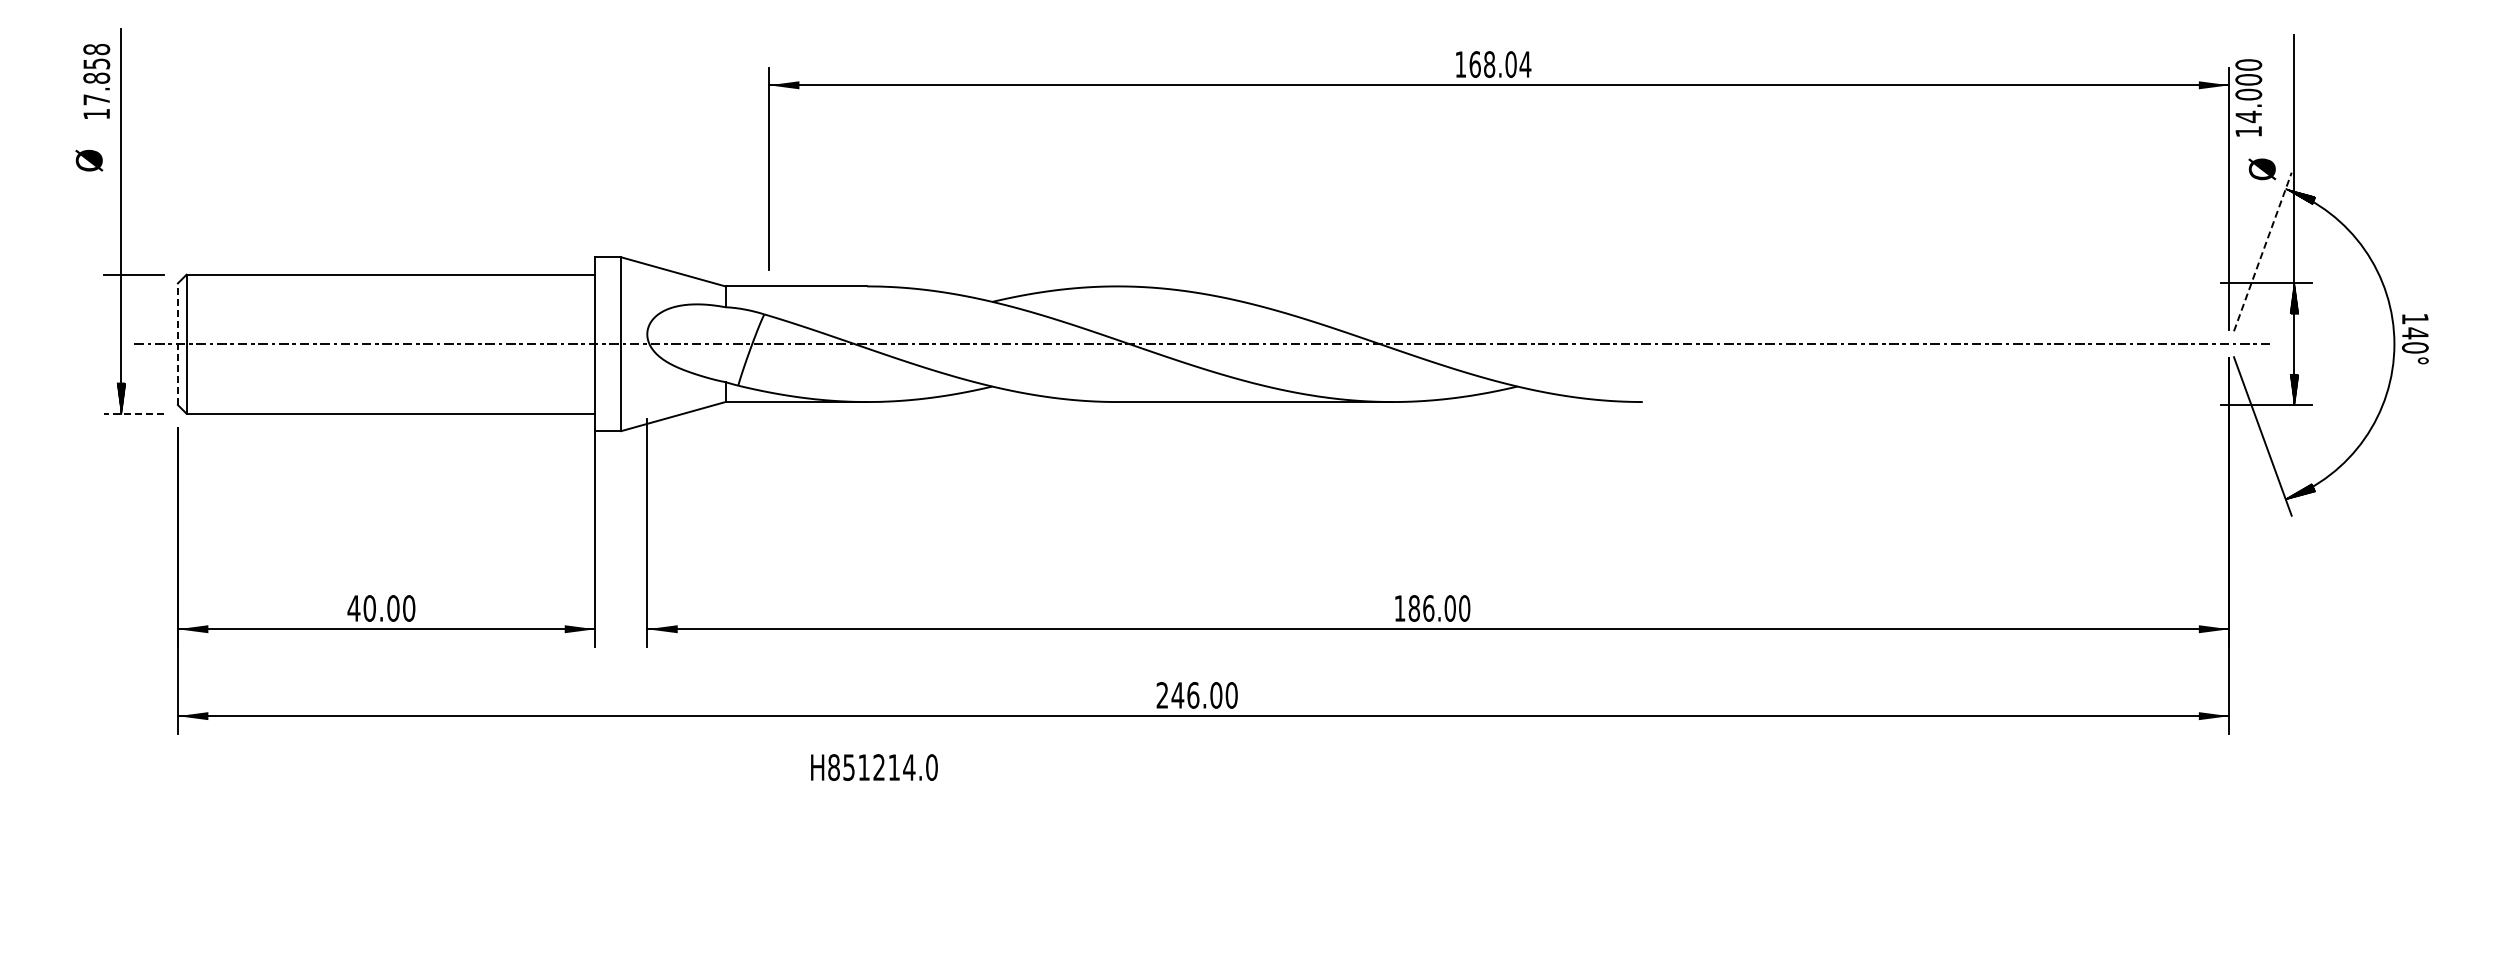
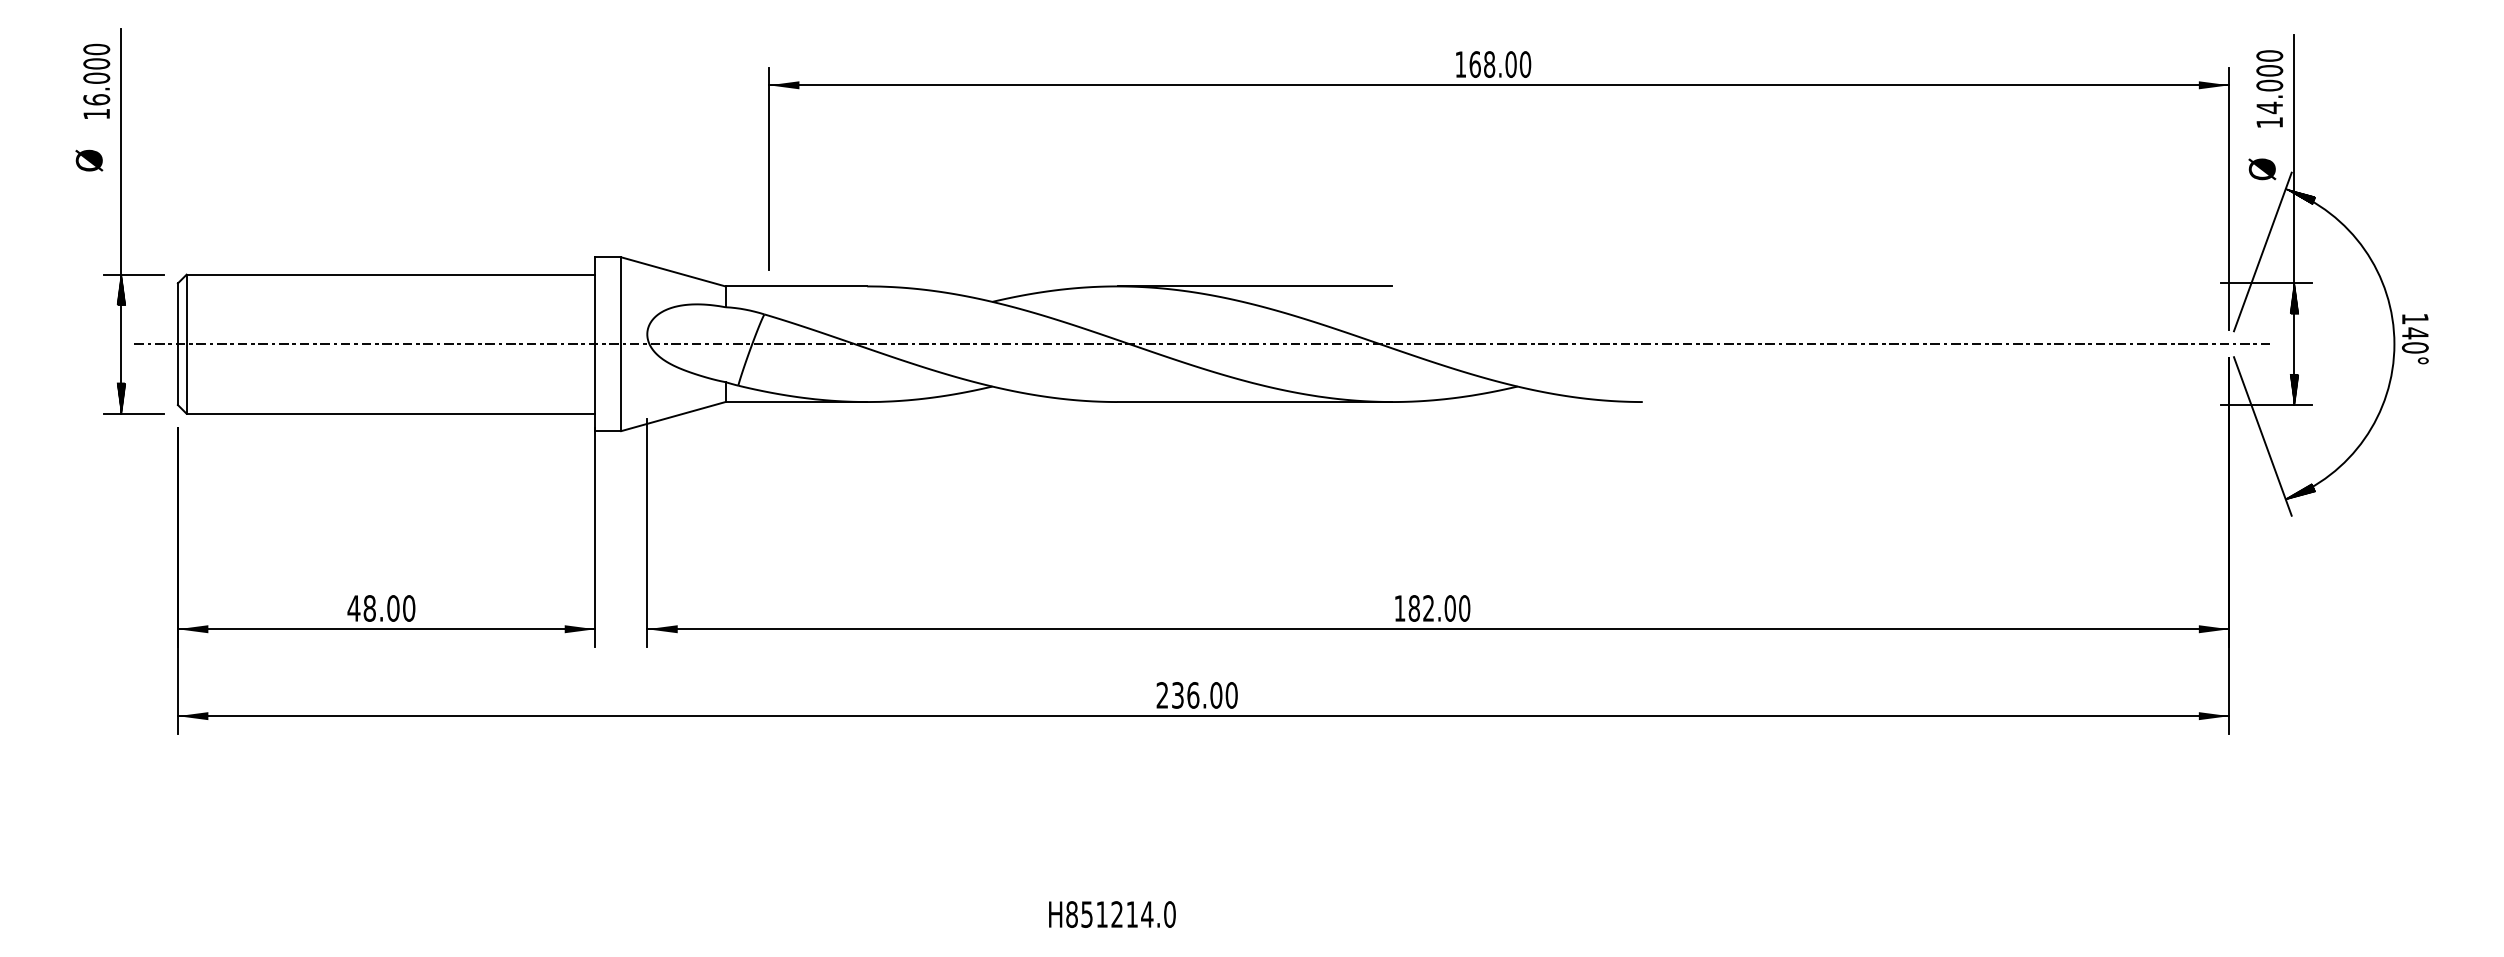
text at (1525, 64): 168.04 -> 168.00
text at (96, 74): 17.858 -> 16.000
text at (2248, 97) position: (2248, 97) -> (2269, 88)
line at (2263, 251): dashed -> solid
line at (1254, 286): none -> present
hatch at (121, 289): none -> present
line at (177, 344): dashed -> solid
line at (133, 413): dashed -> solid
text at (369, 608): 40.00 -> 48.00
text at (1428, 608): 186.00 -> 182.00
text at (1177, 695): 246.00 -> 236.00
text at (874, 767) position: (874, 767) -> (1112, 914)
